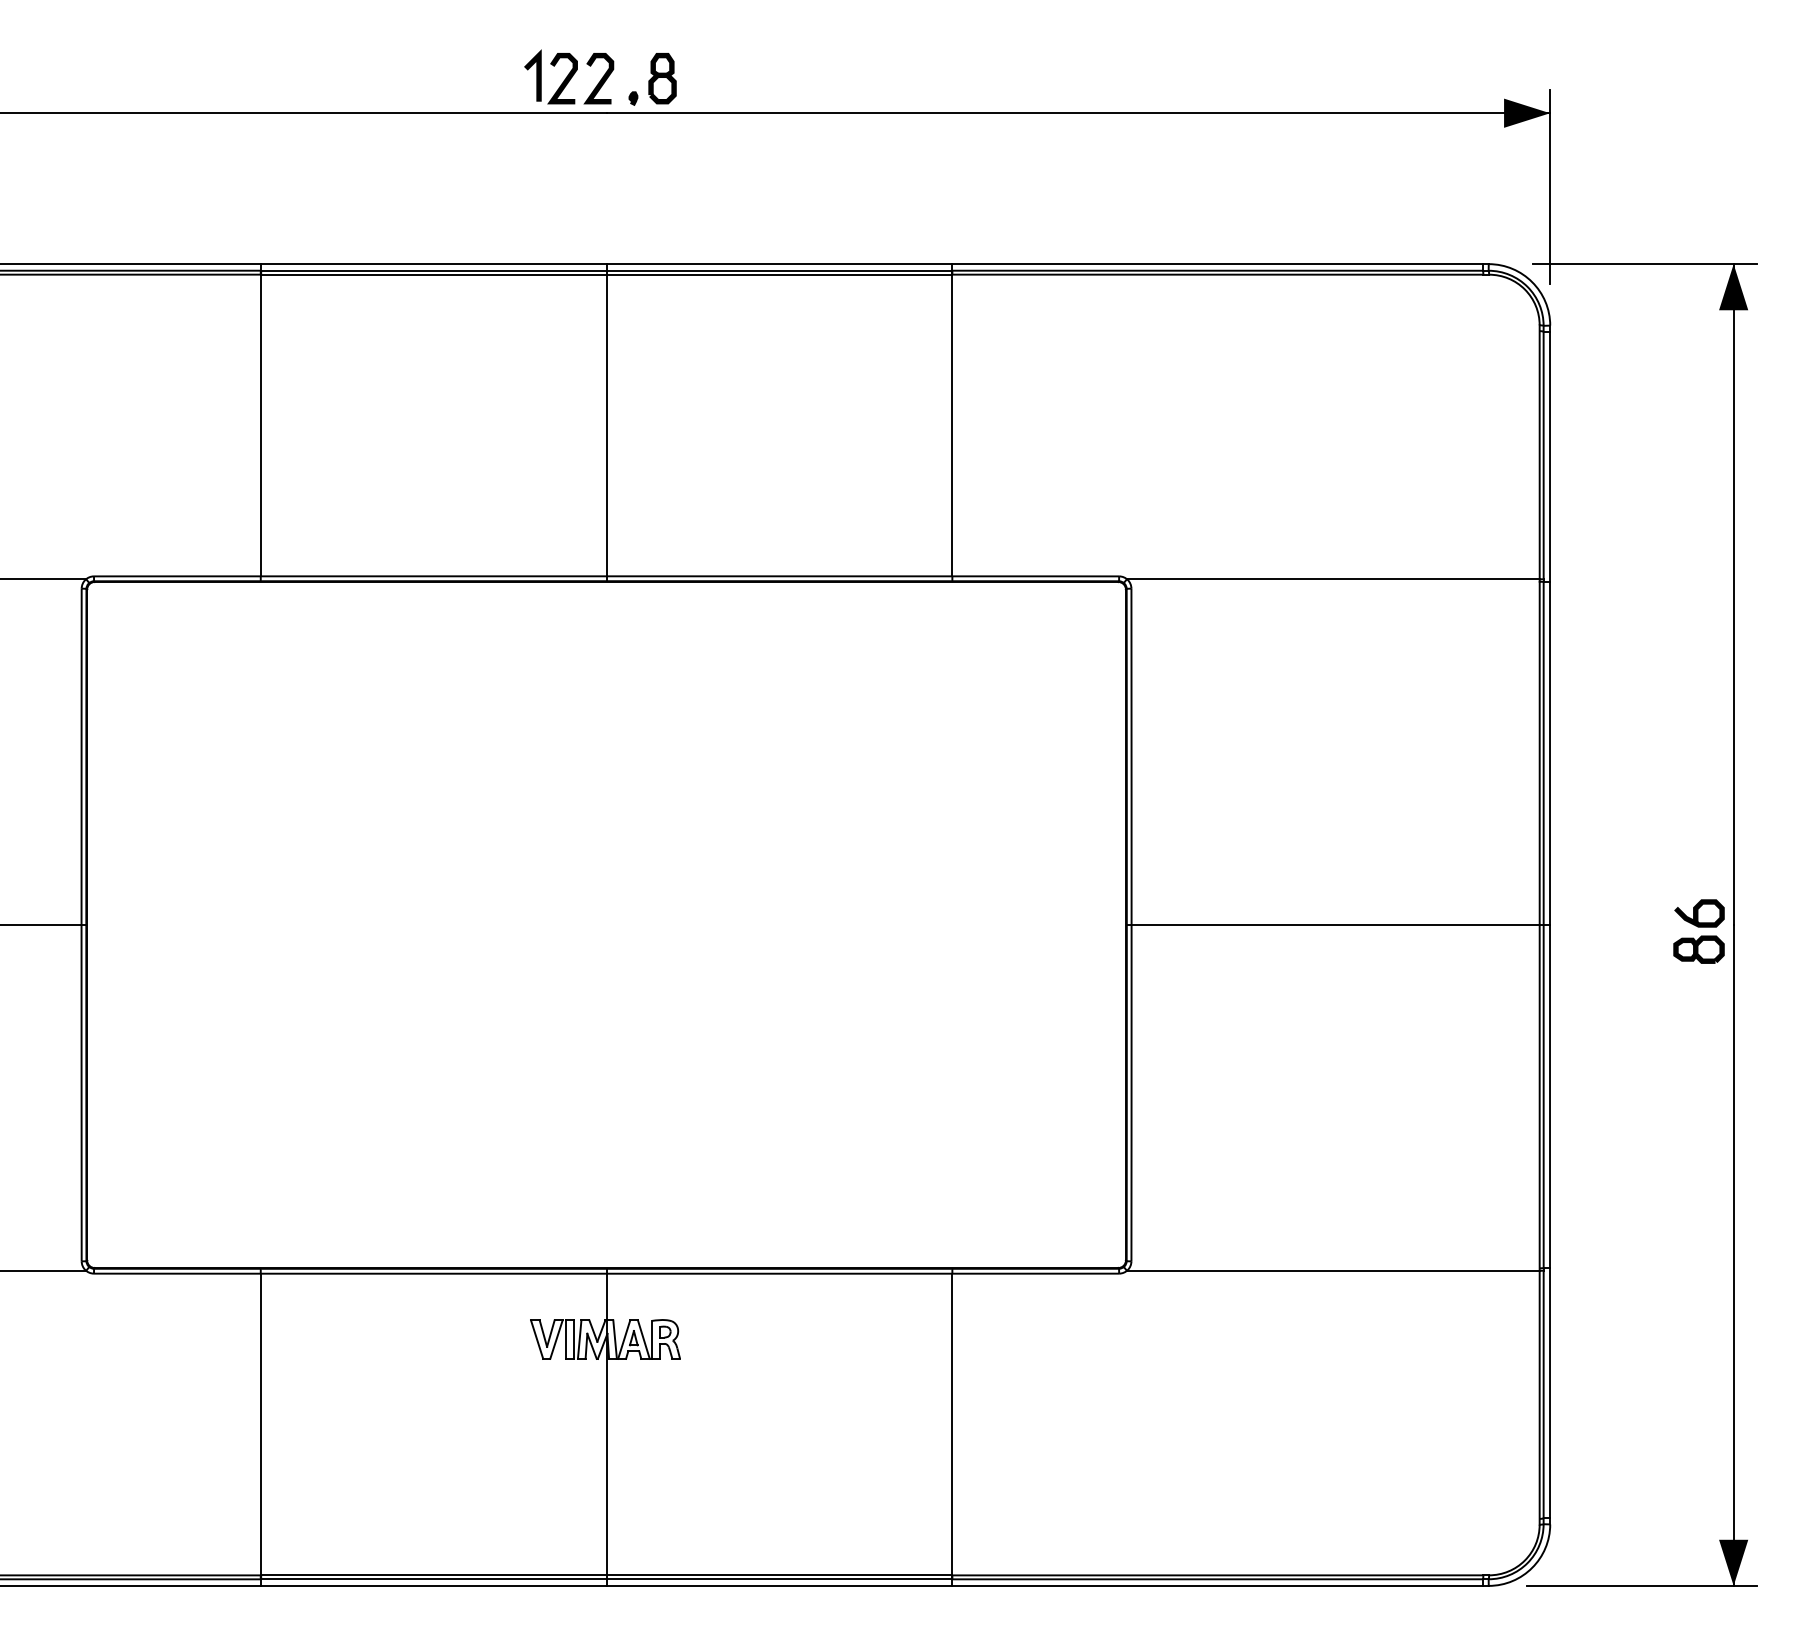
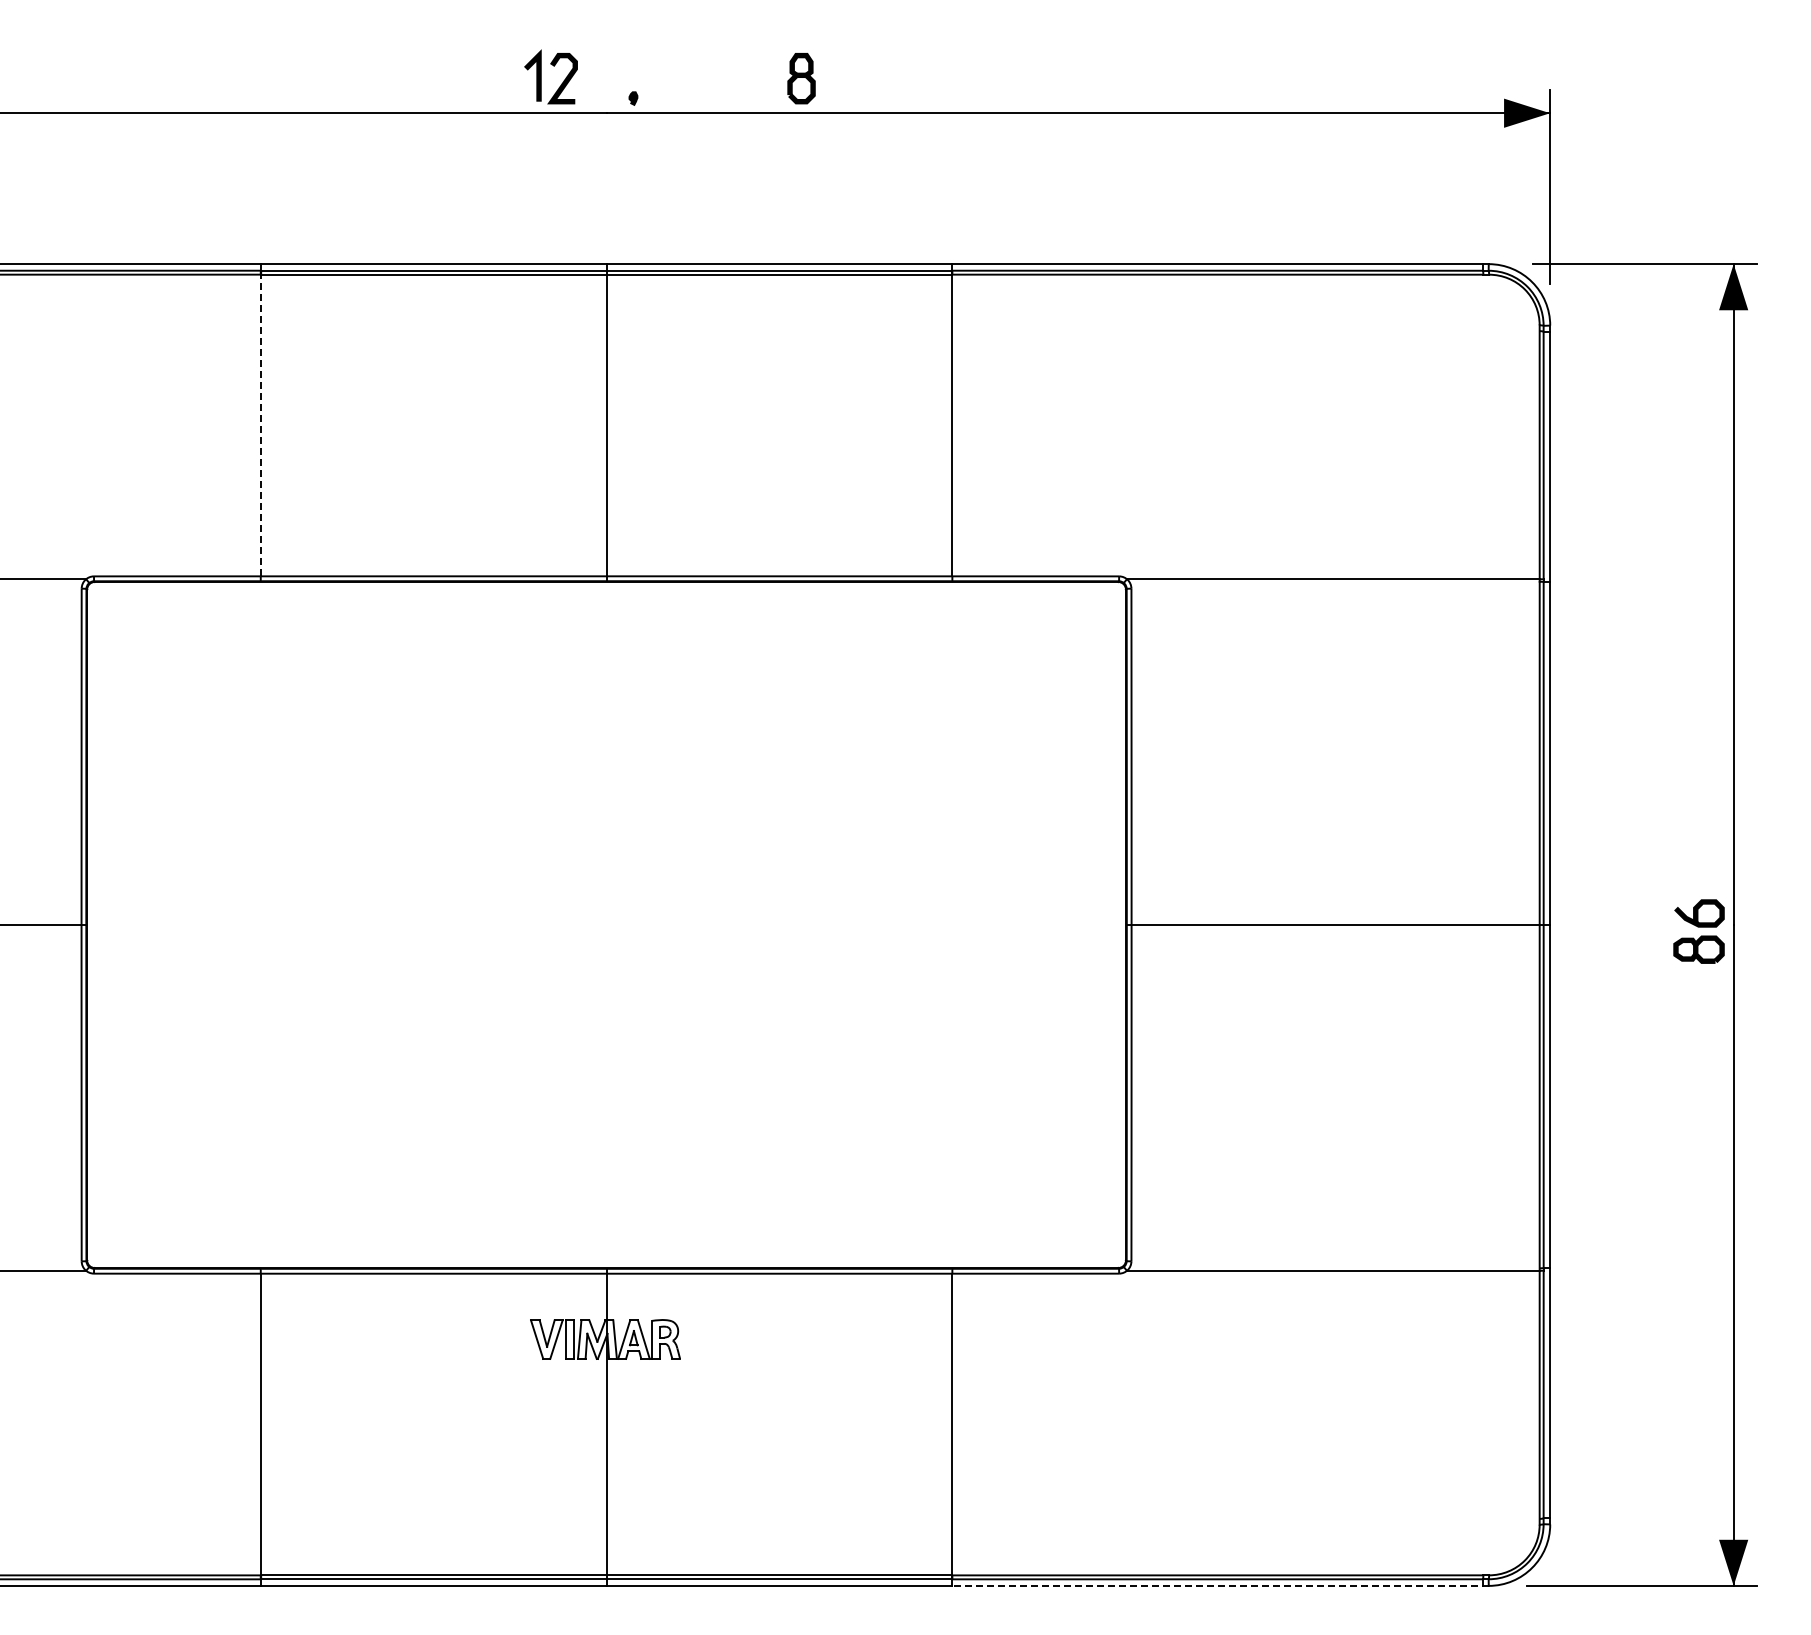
part at (662, 78) position: (662, 78) -> (801, 78)
curve at (600, 79): present -> none
line at (260, 425): solid -> dashed
line at (1219, 1585): solid -> dashed
